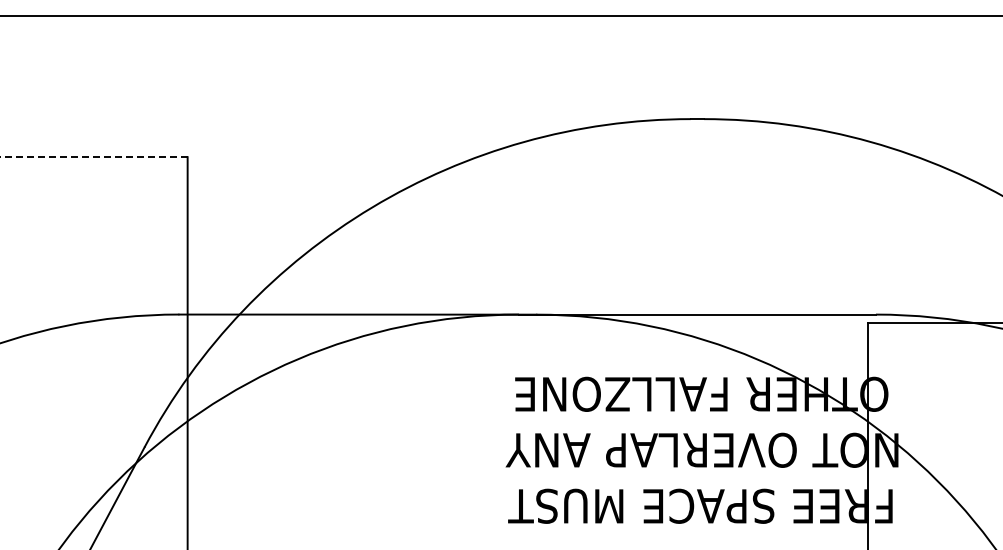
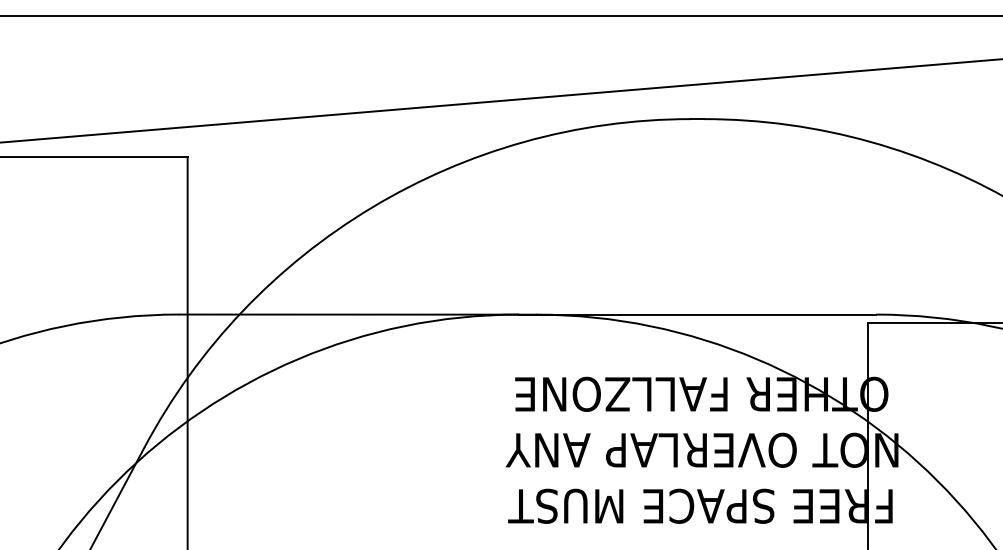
line at (500, 100): none -> present
line at (93, 157): dashed -> solid
